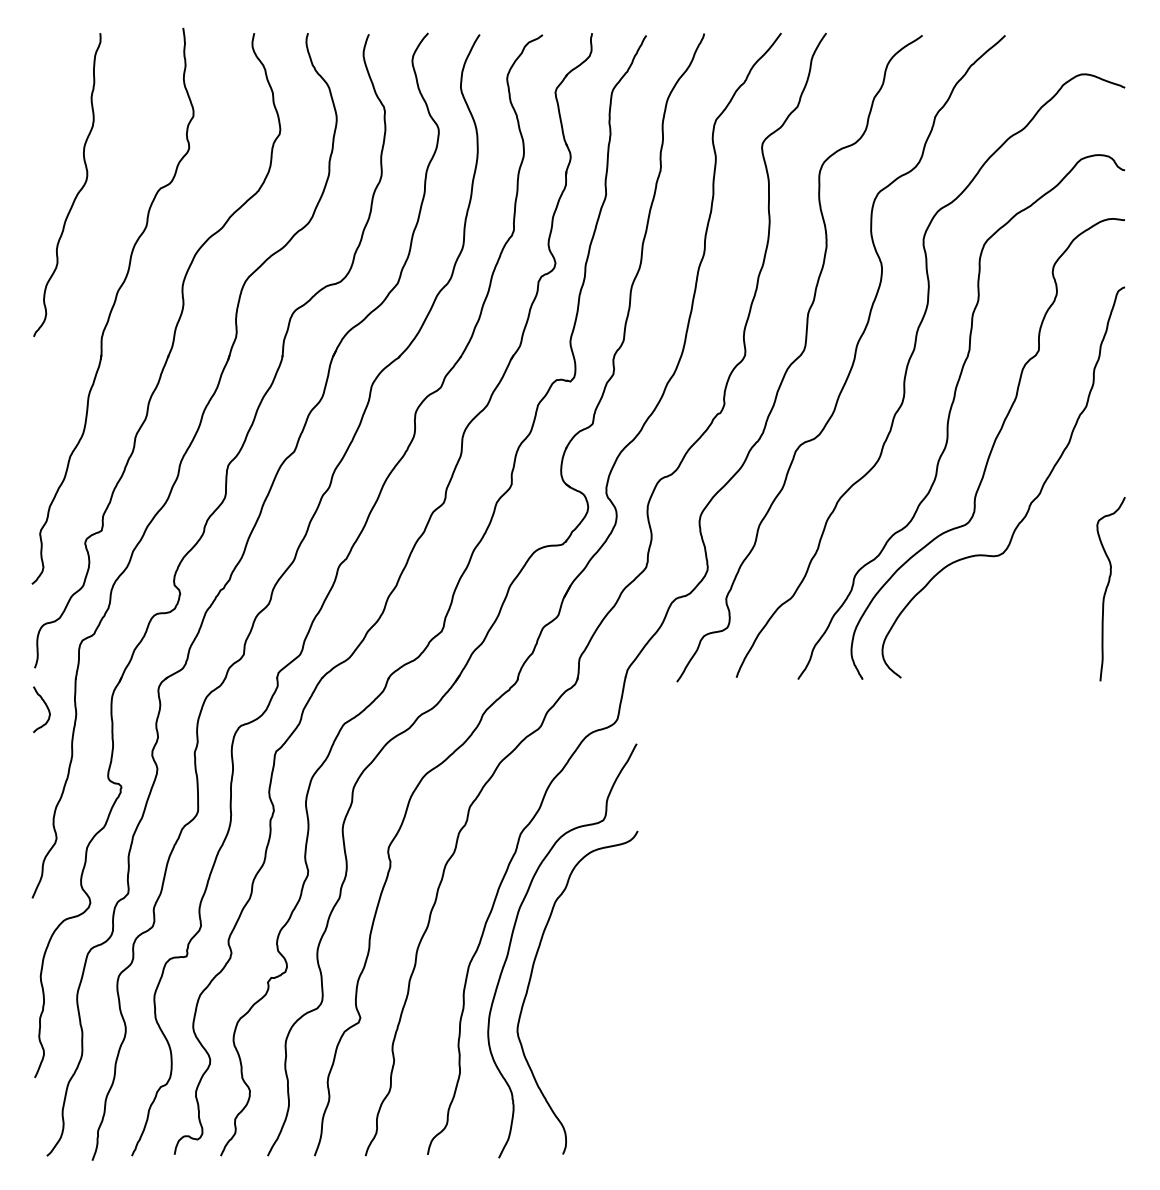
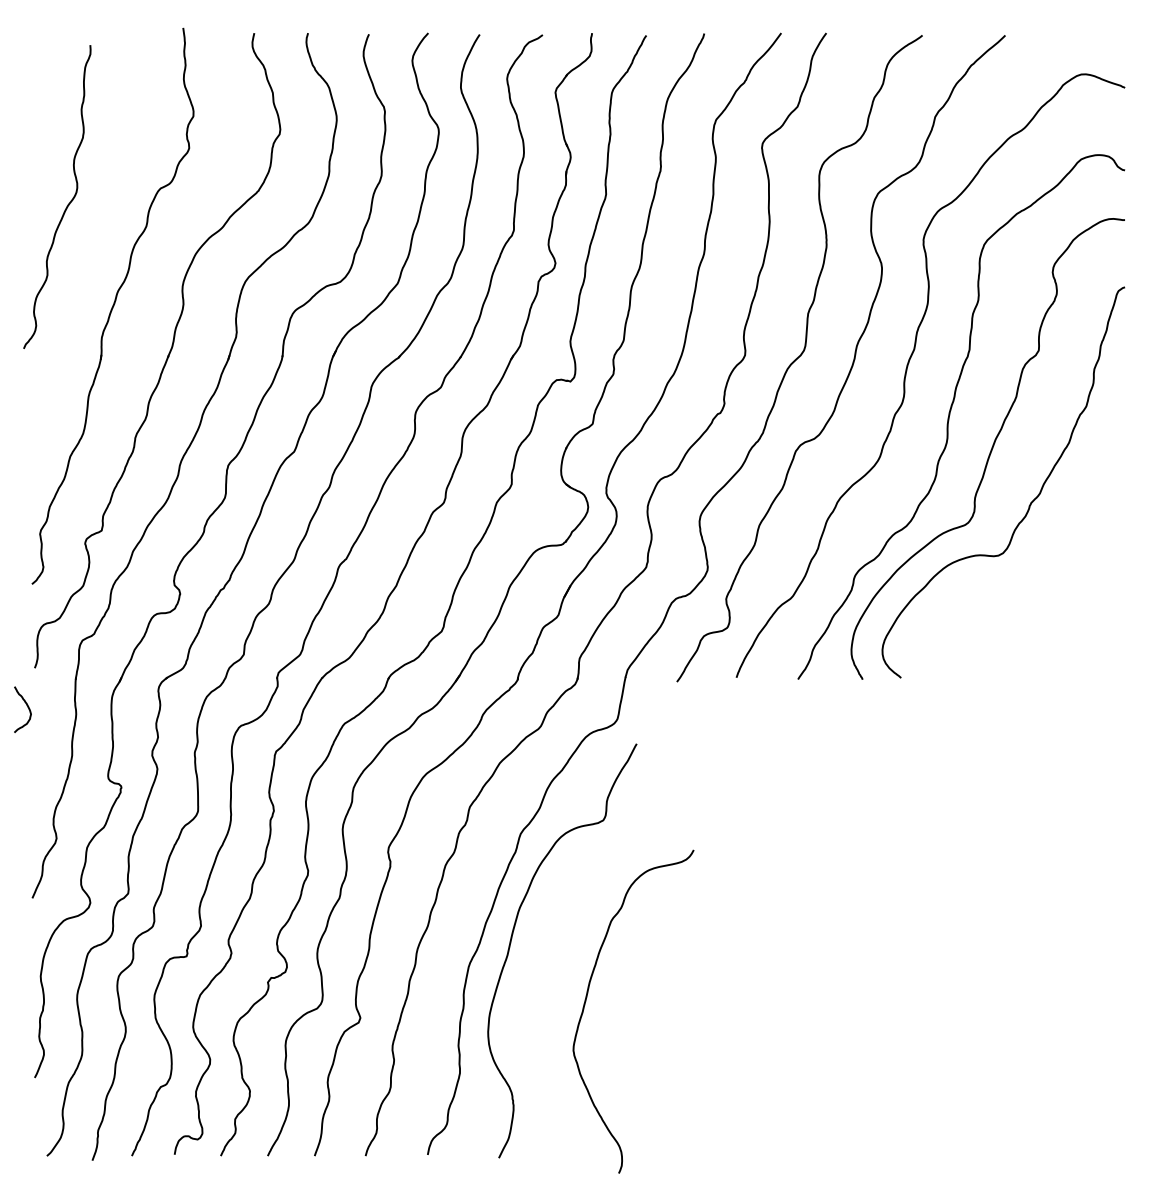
curve at (77, 192) position: (77, 192) -> (67, 204)
curve at (1107, 589): present -> none
curve at (46, 707) position: (46, 707) -> (27, 707)
curve at (530, 982) position: (530, 982) -> (586, 1001)
